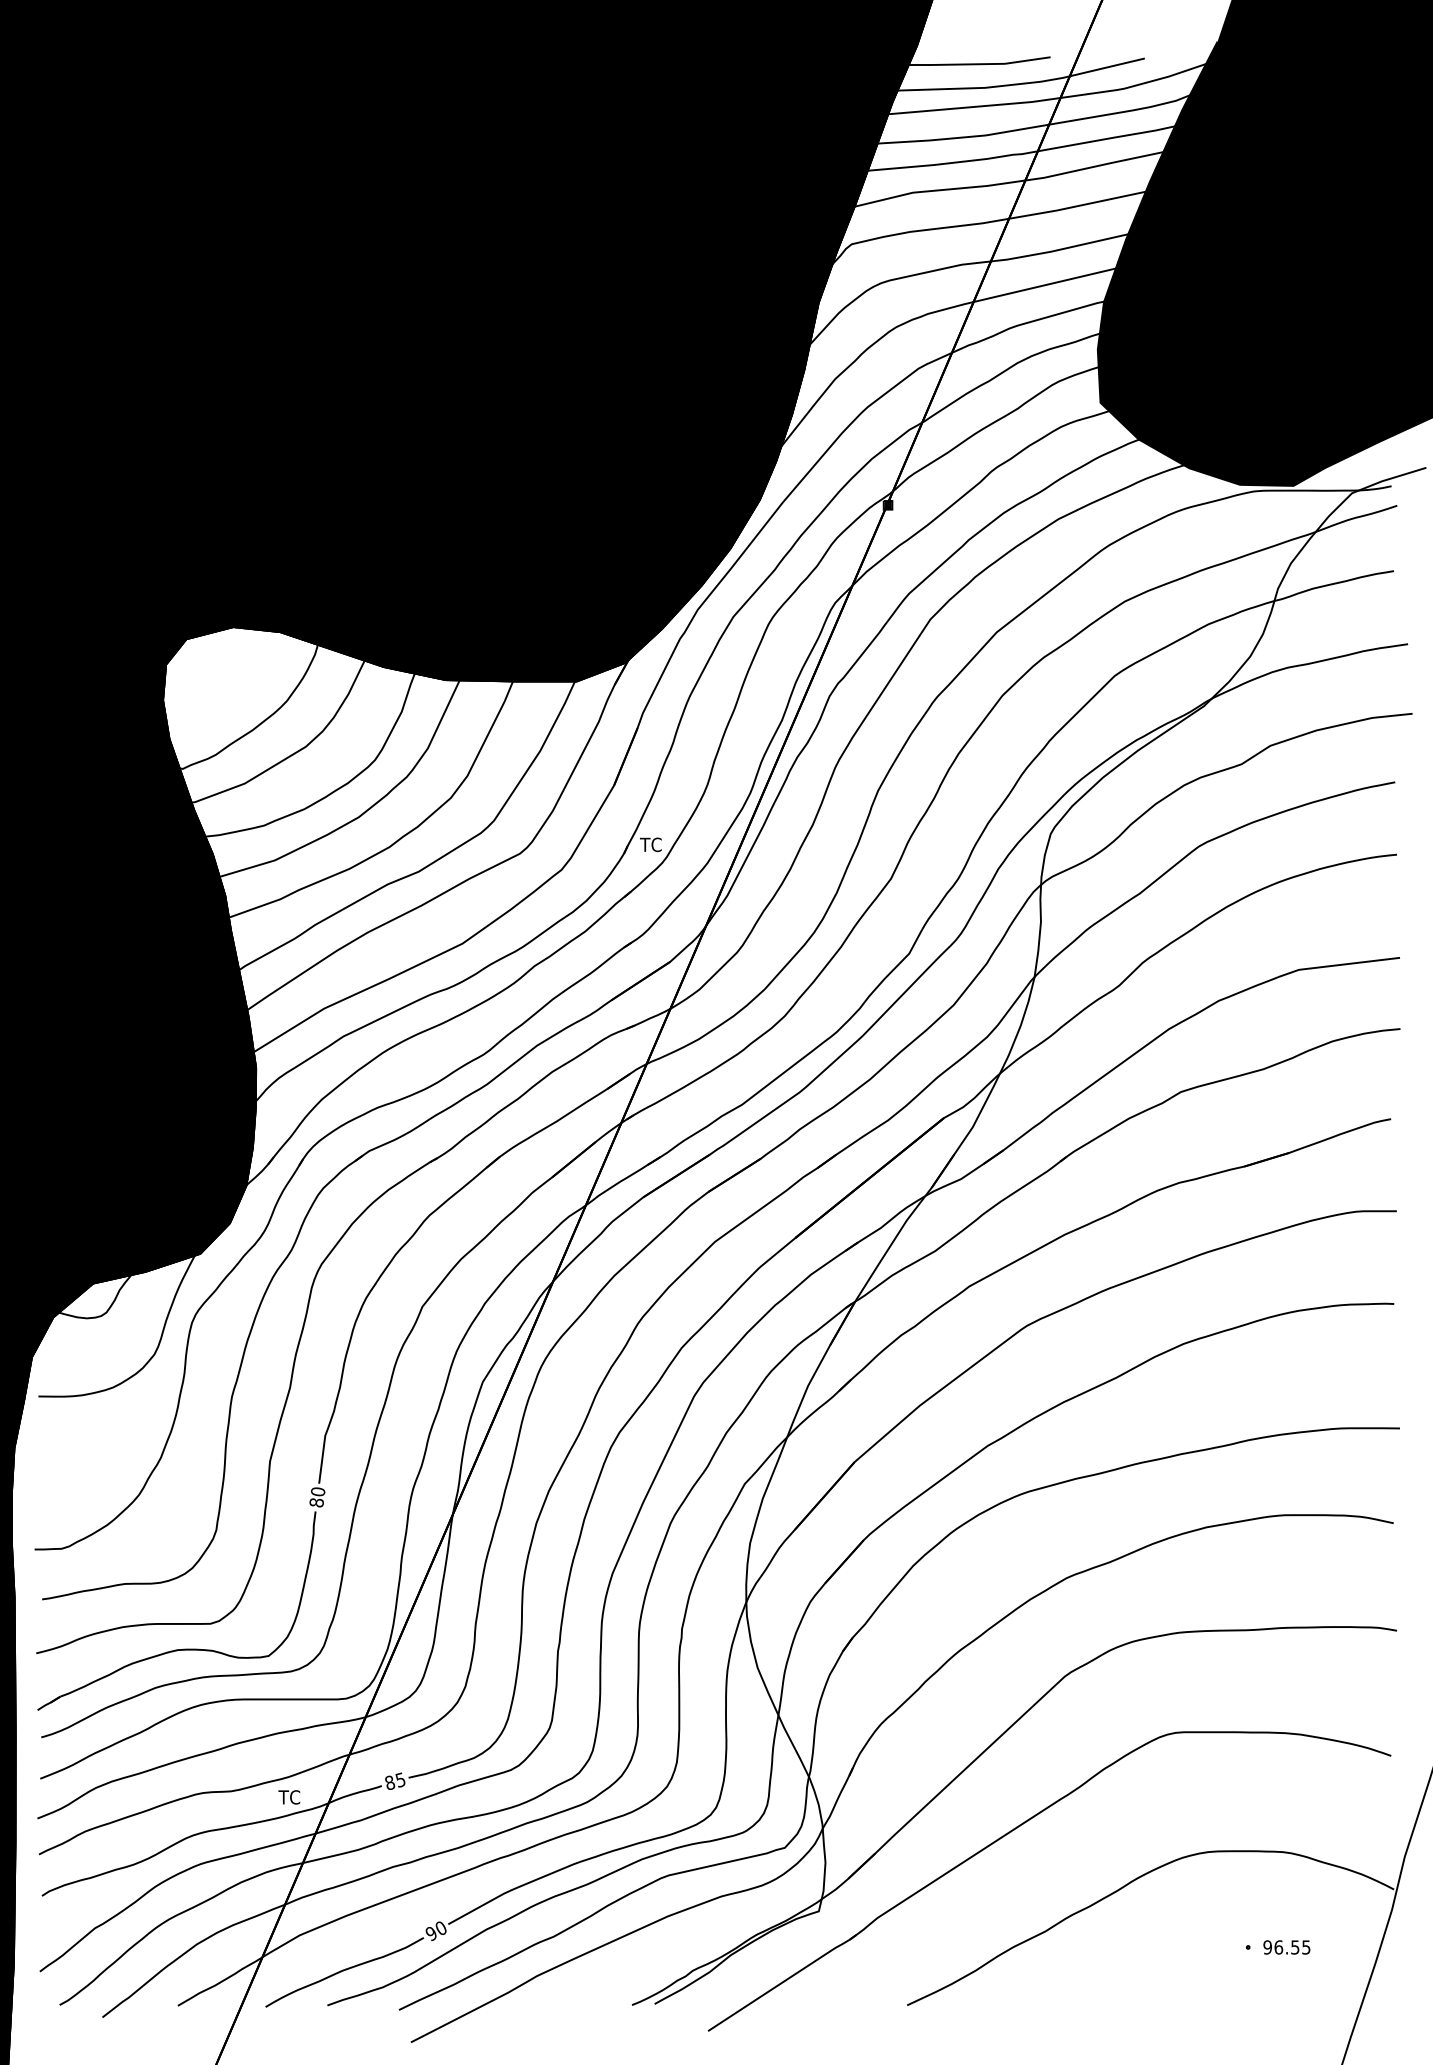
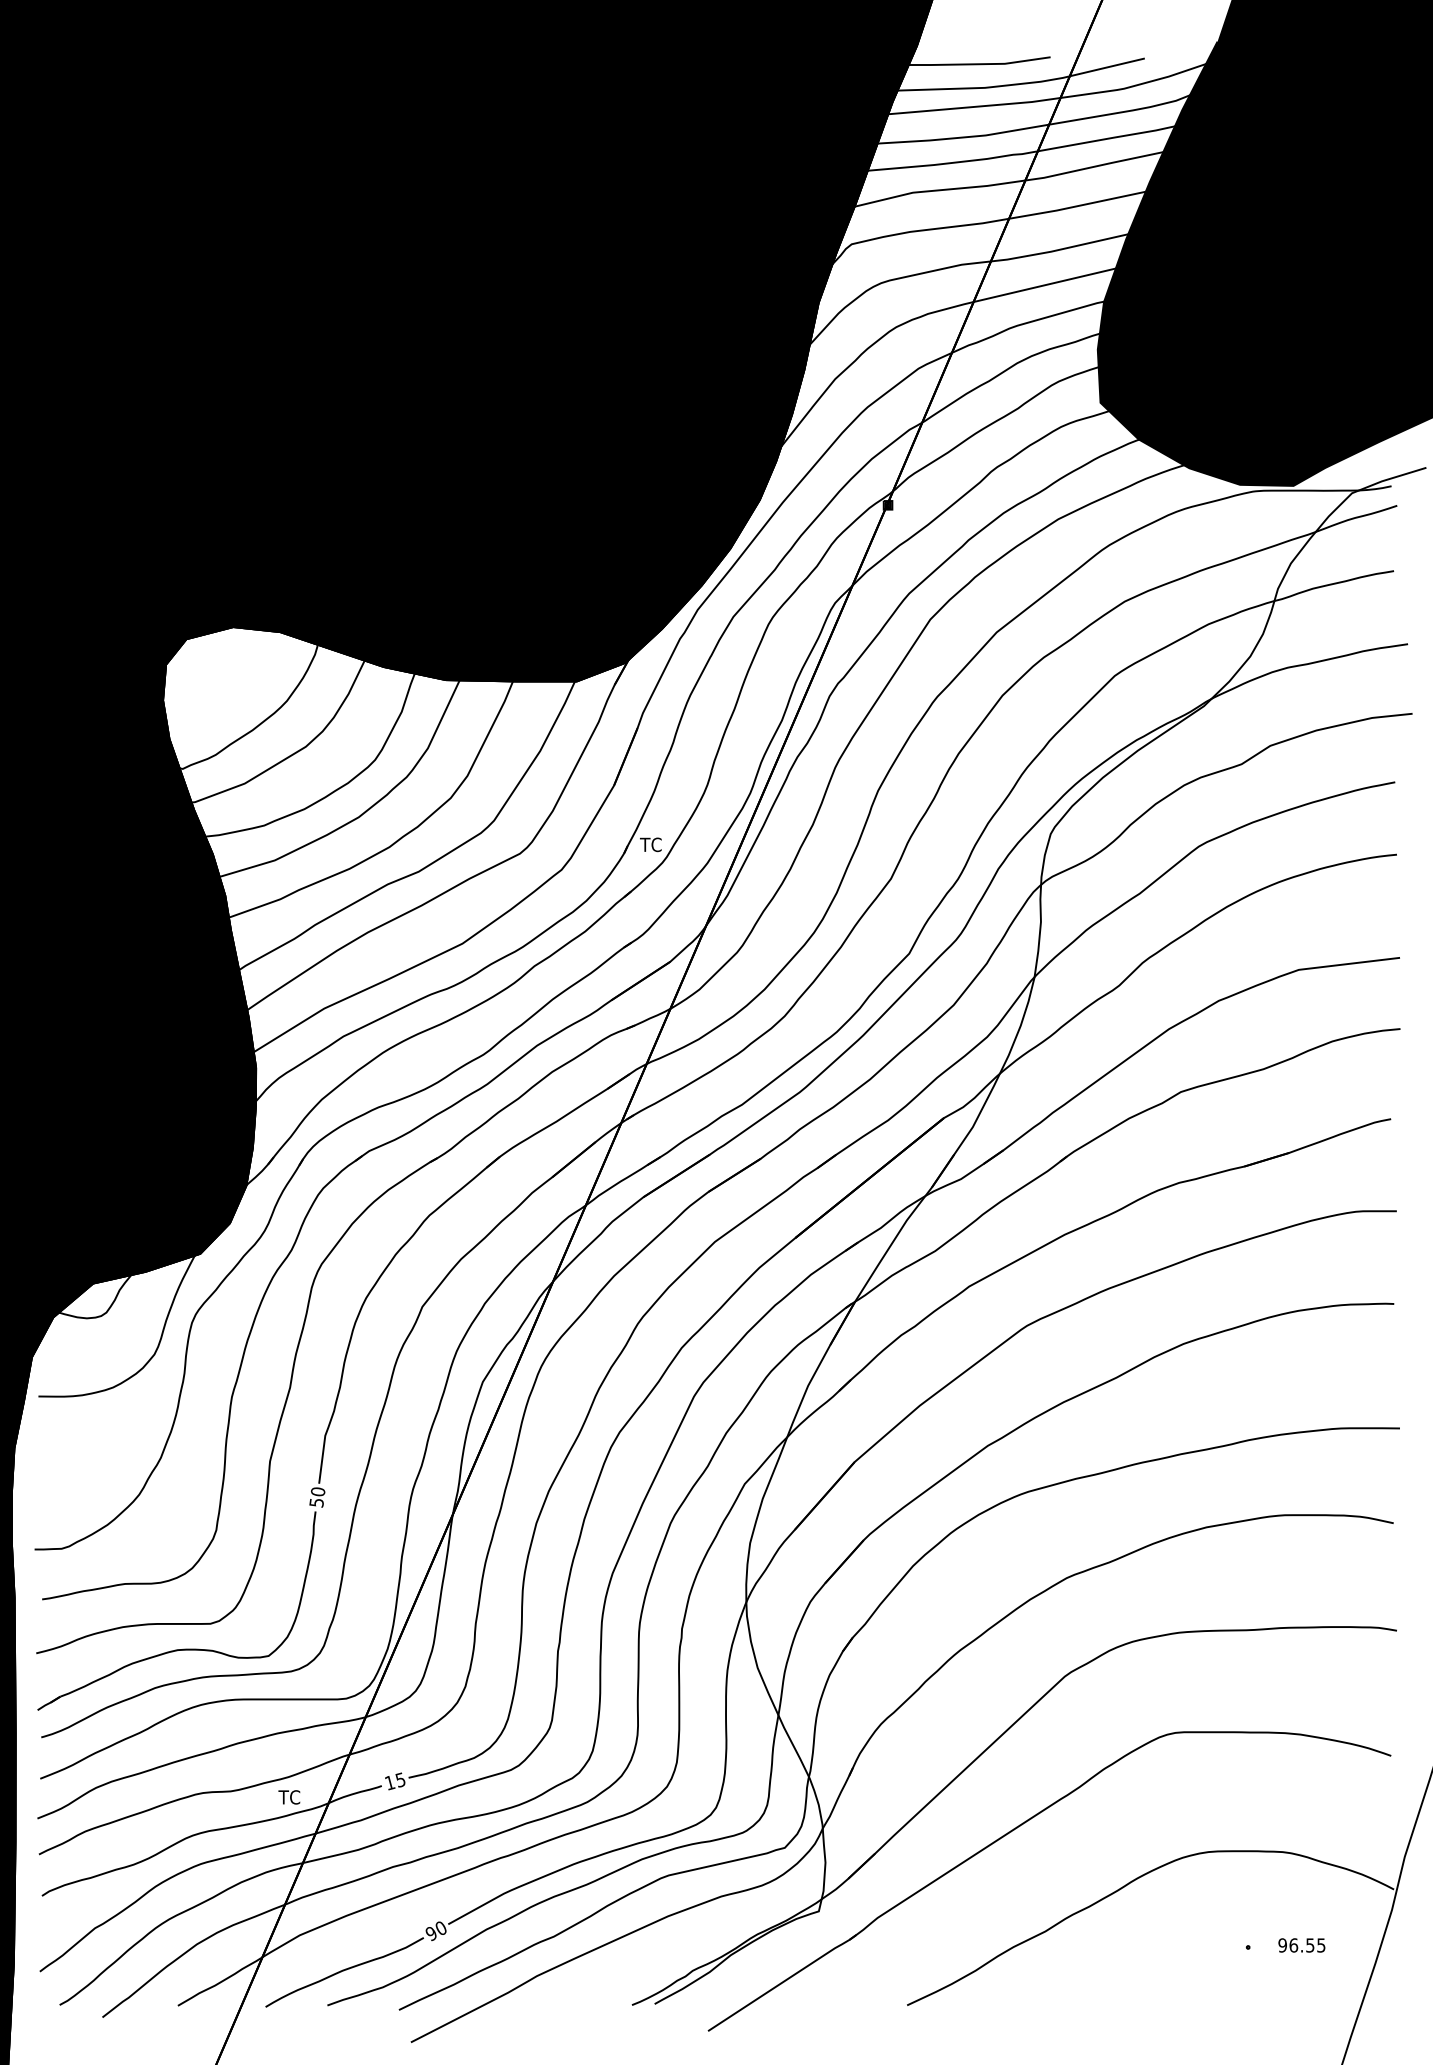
text at (316, 1502): 80 -> 50
text at (390, 1782): 85 -> 15
text at (1286, 1947) position: (1286, 1947) -> (1301, 1945)
